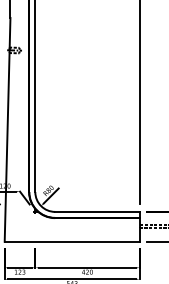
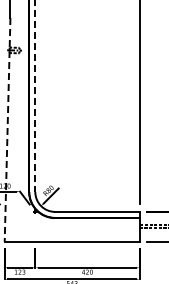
line at (35, 96): solid -> dashed
line at (7, 129): solid -> dashed
